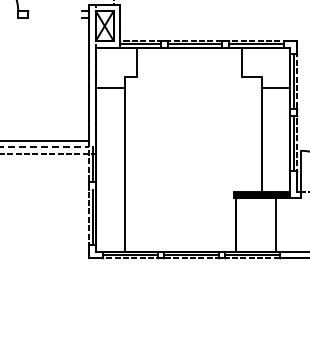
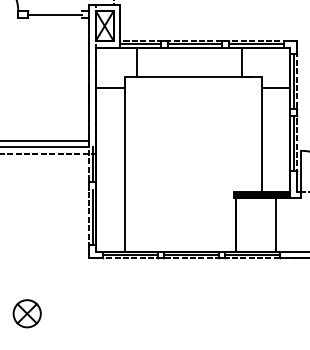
line at (54, 14): none -> present
line at (192, 76): none -> present
line at (45, 147): dashed -> solid
part at (26, 313): none -> present
